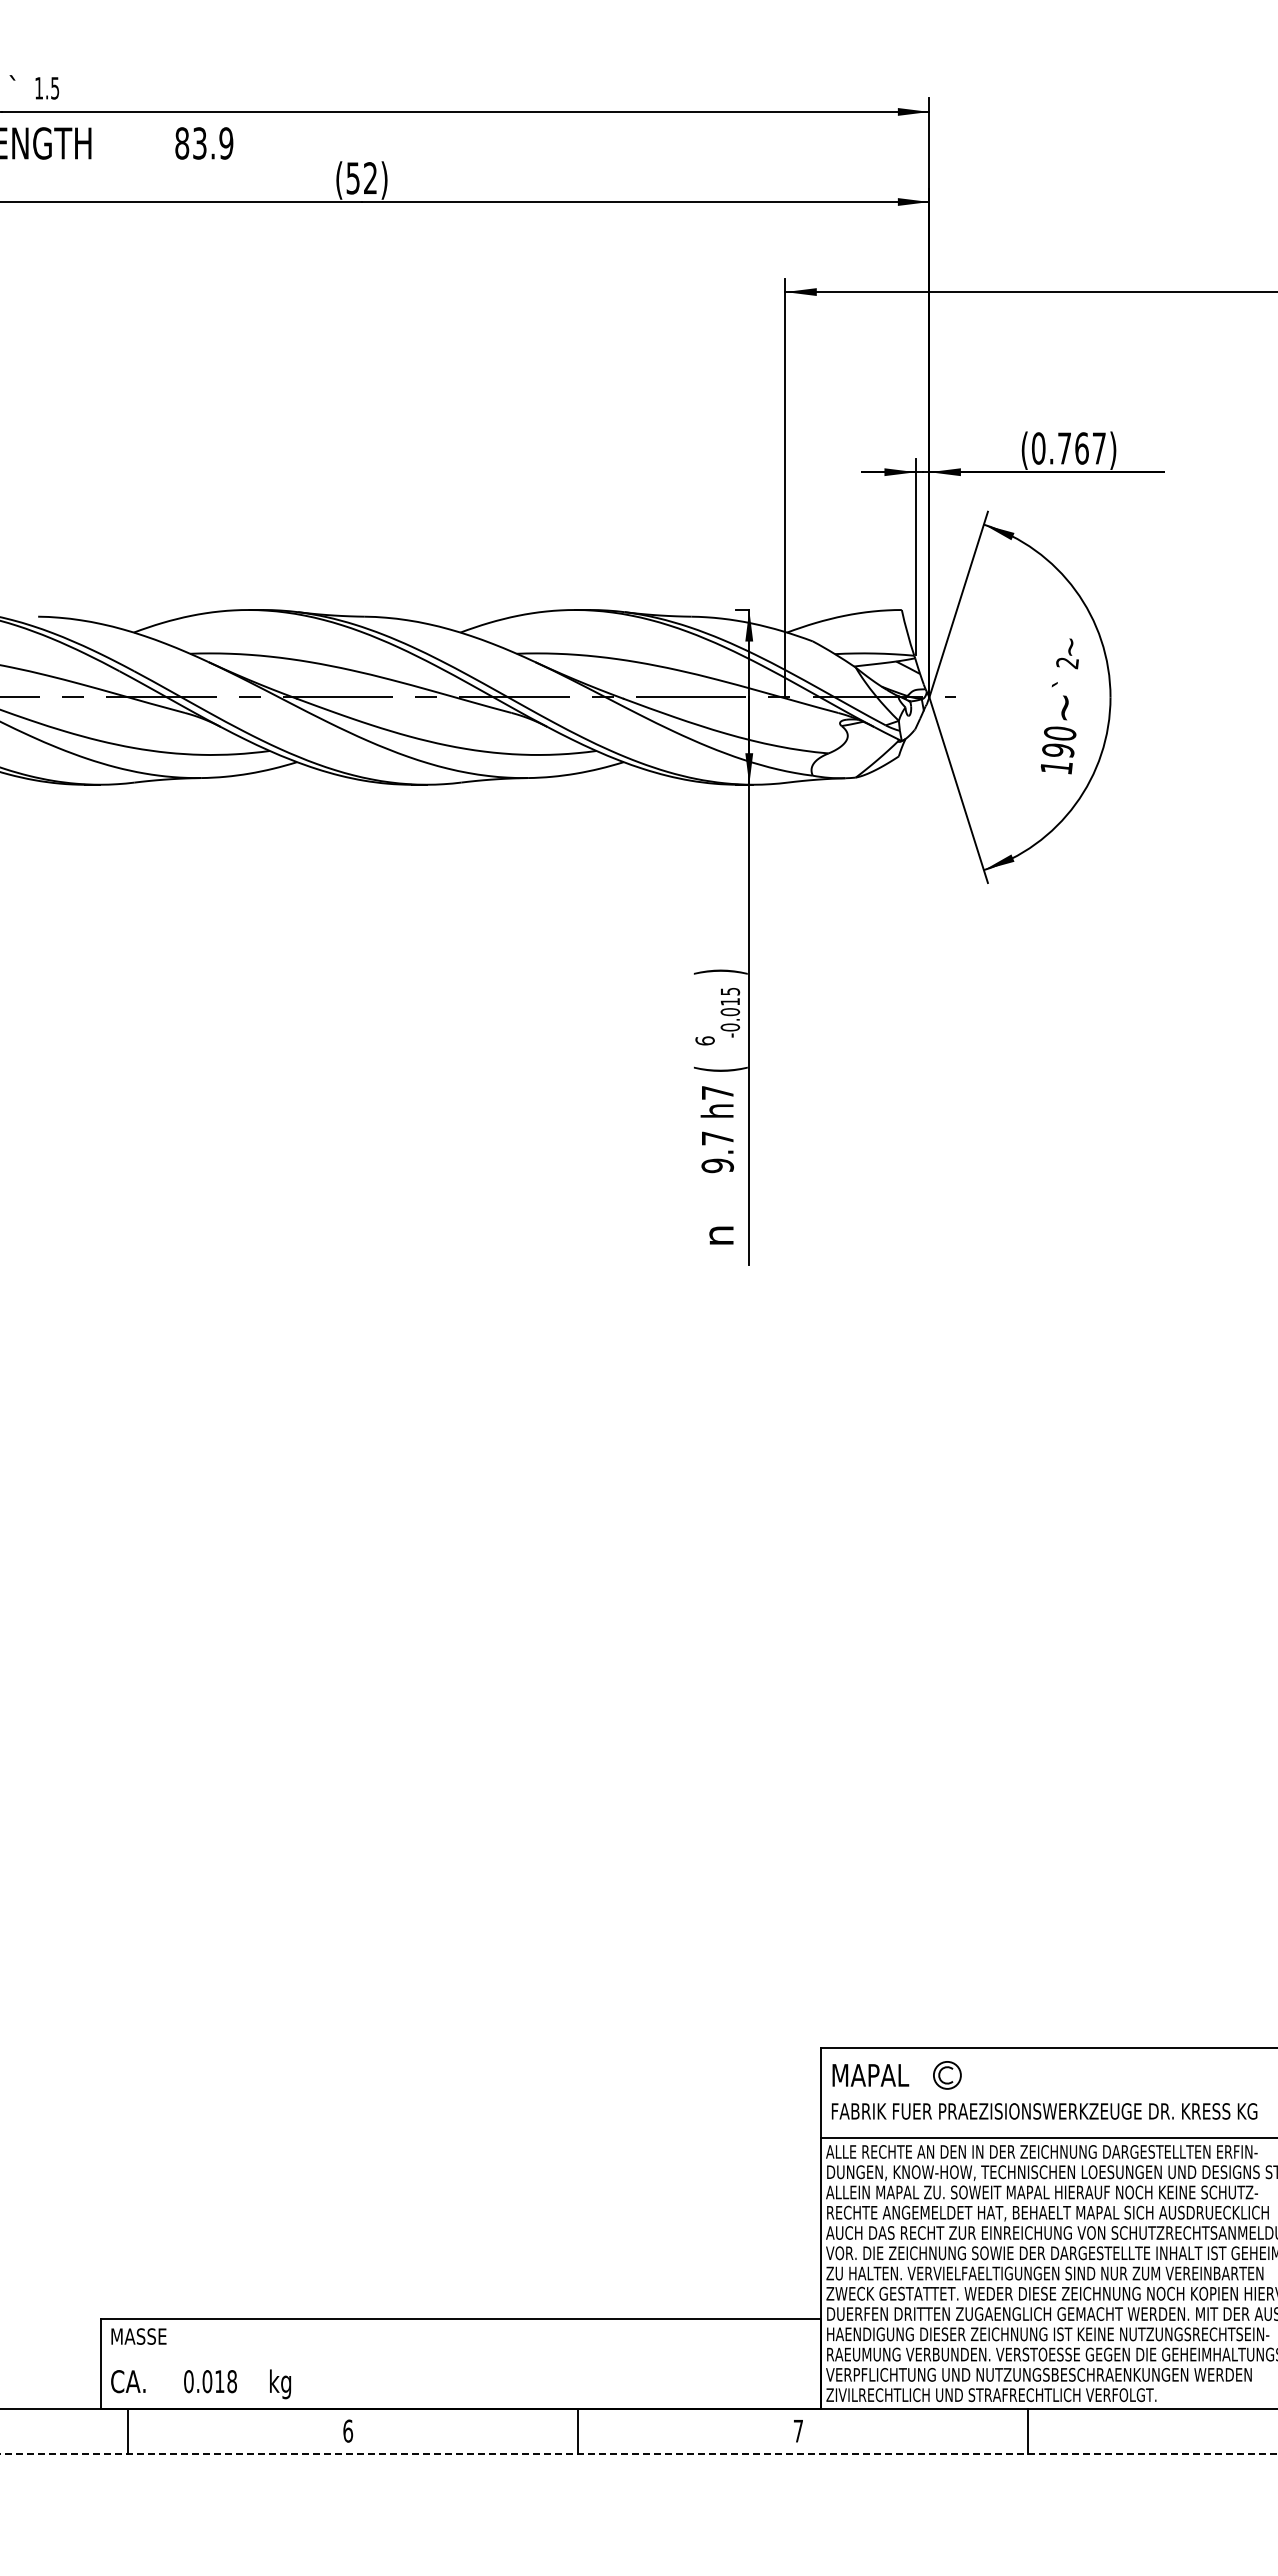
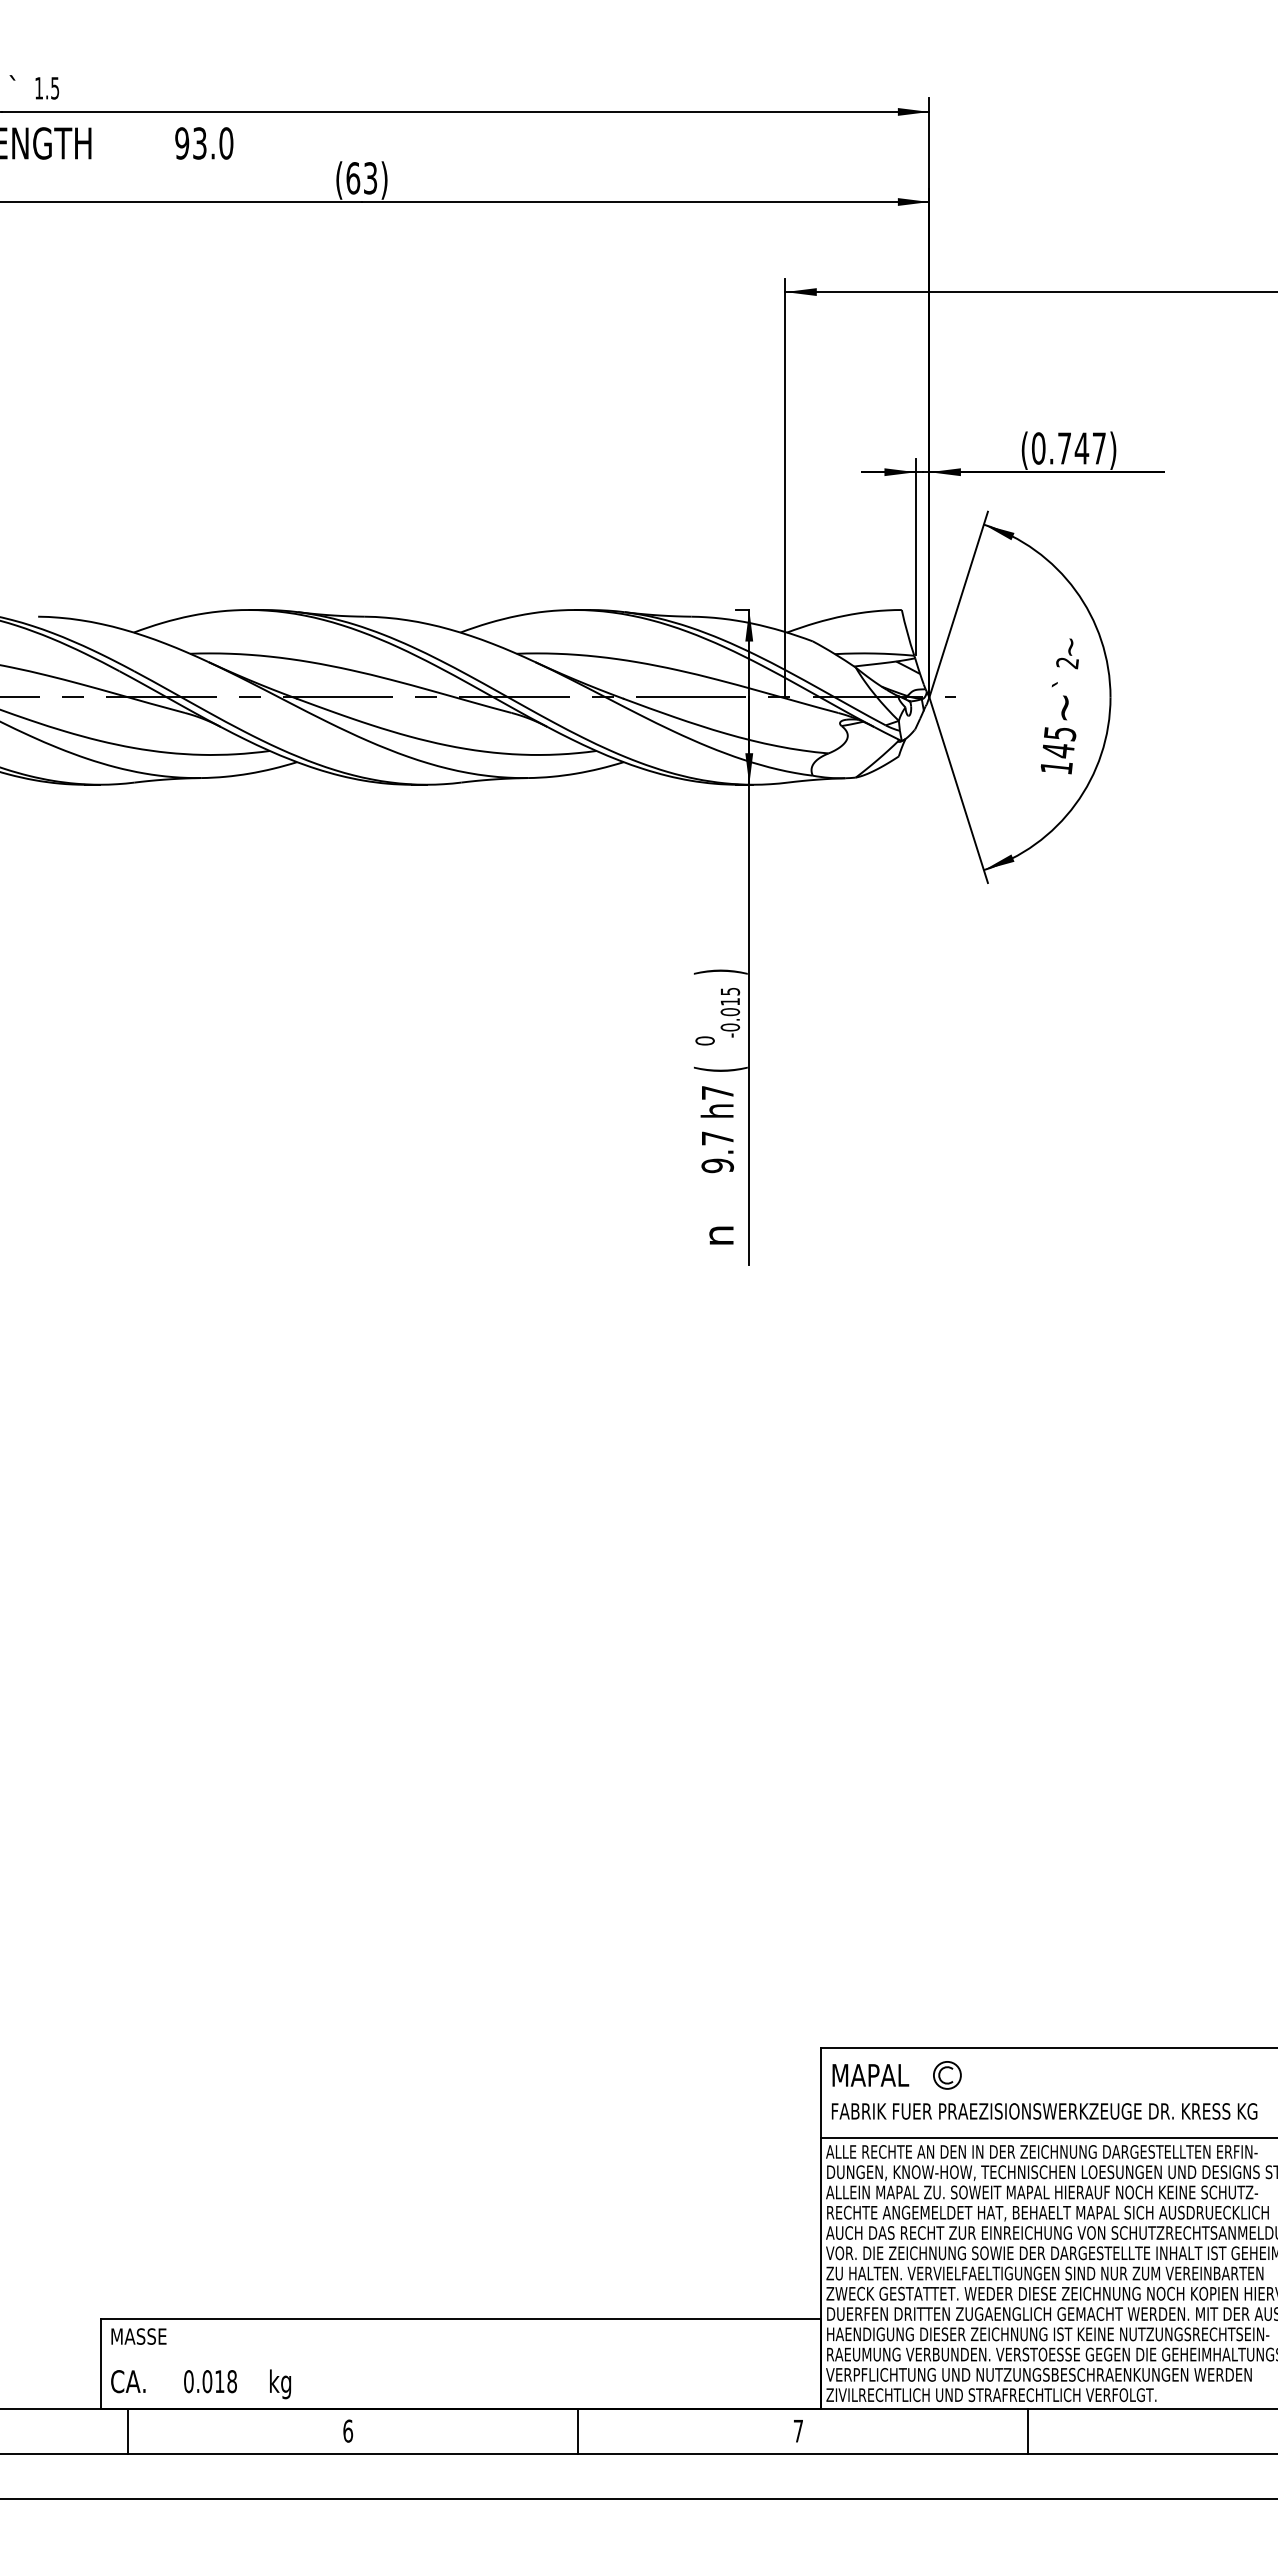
text at (204, 143): 83.9 -> 93.0
text at (361, 178): (52) -> (63)
text at (1081, 448): (0.767) -> (0.747)
text at (1059, 742): 190 -> 145
text at (704, 1040): 6 -> 0
line at (639, 2453): dashed -> solid
line at (638, 2498): none -> present
